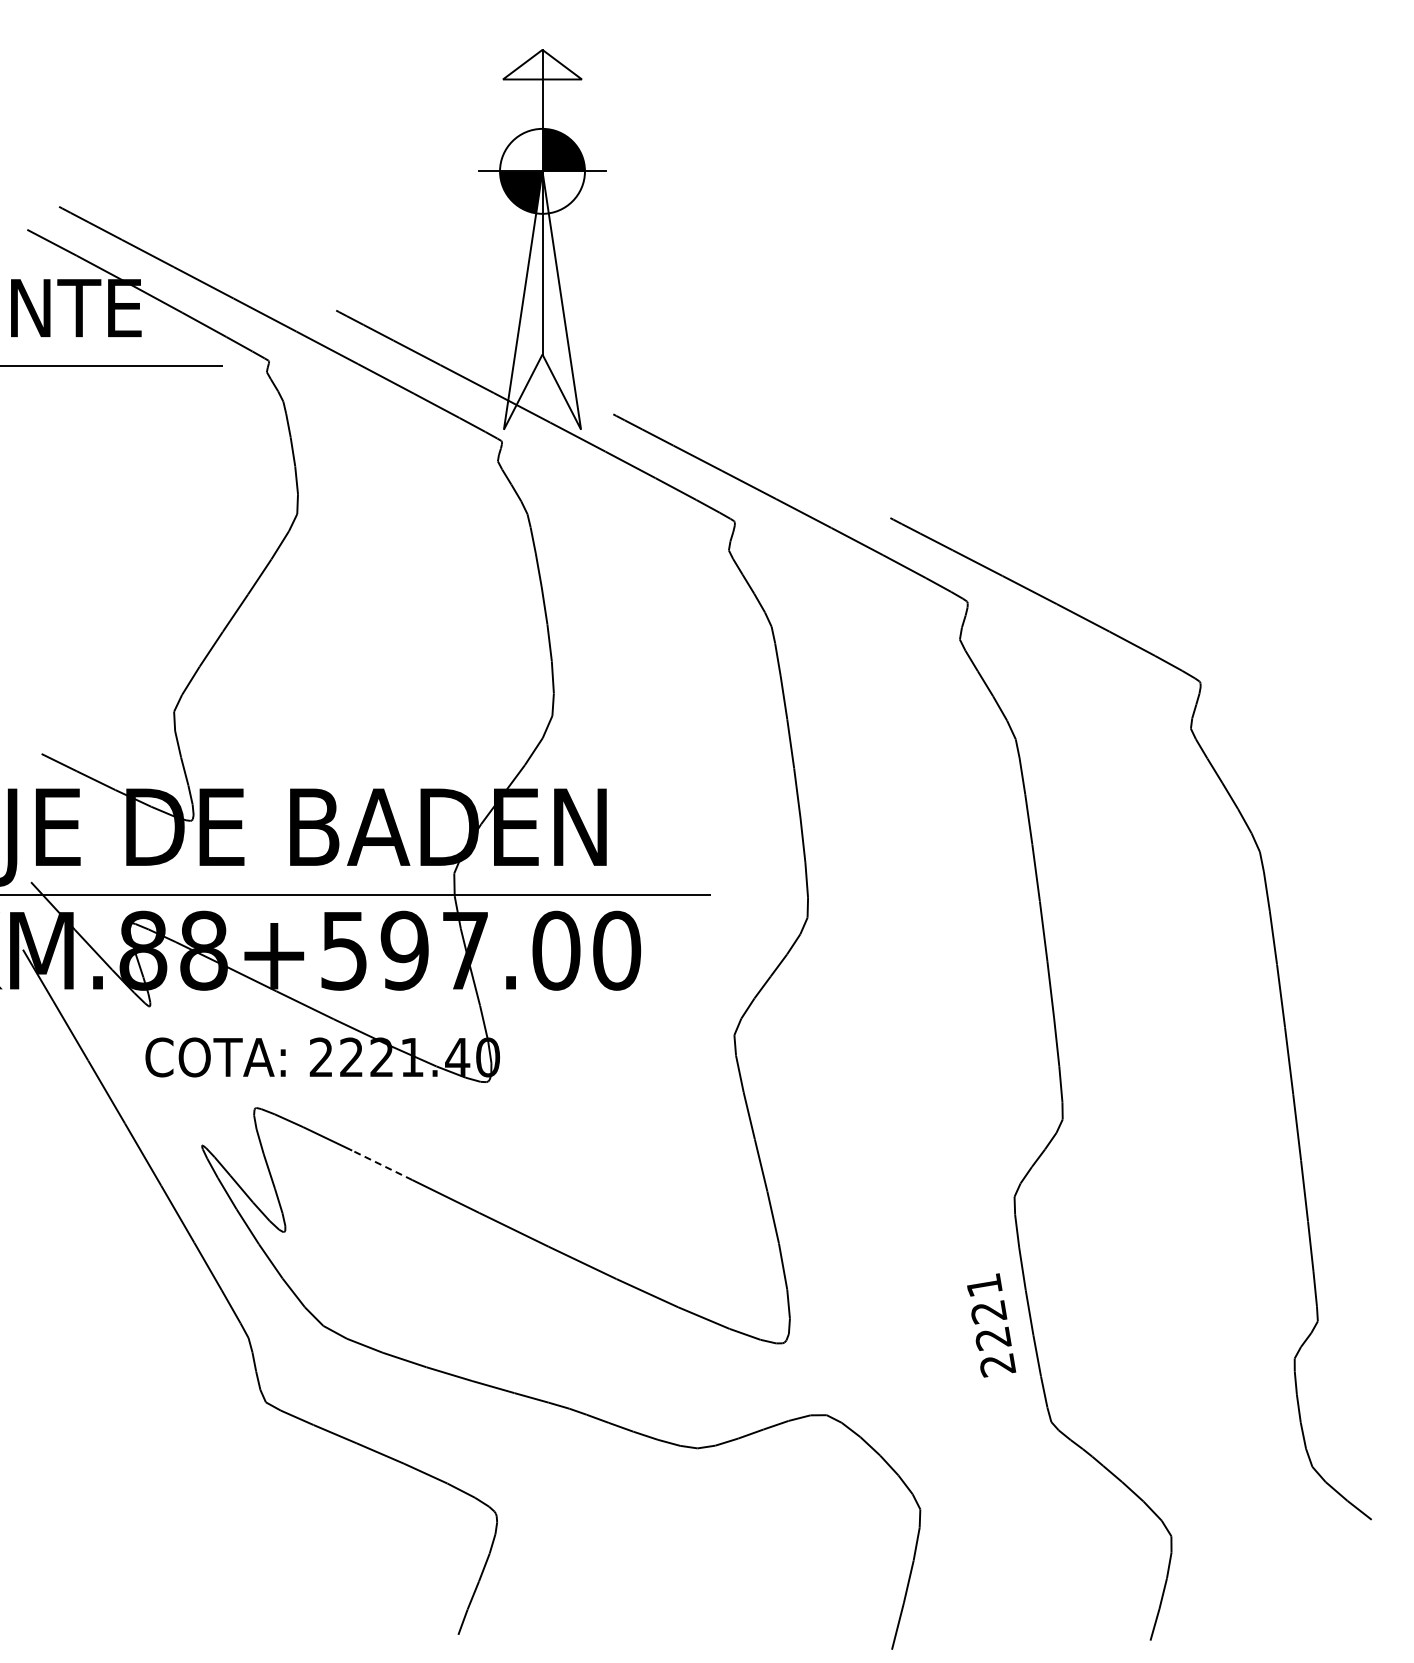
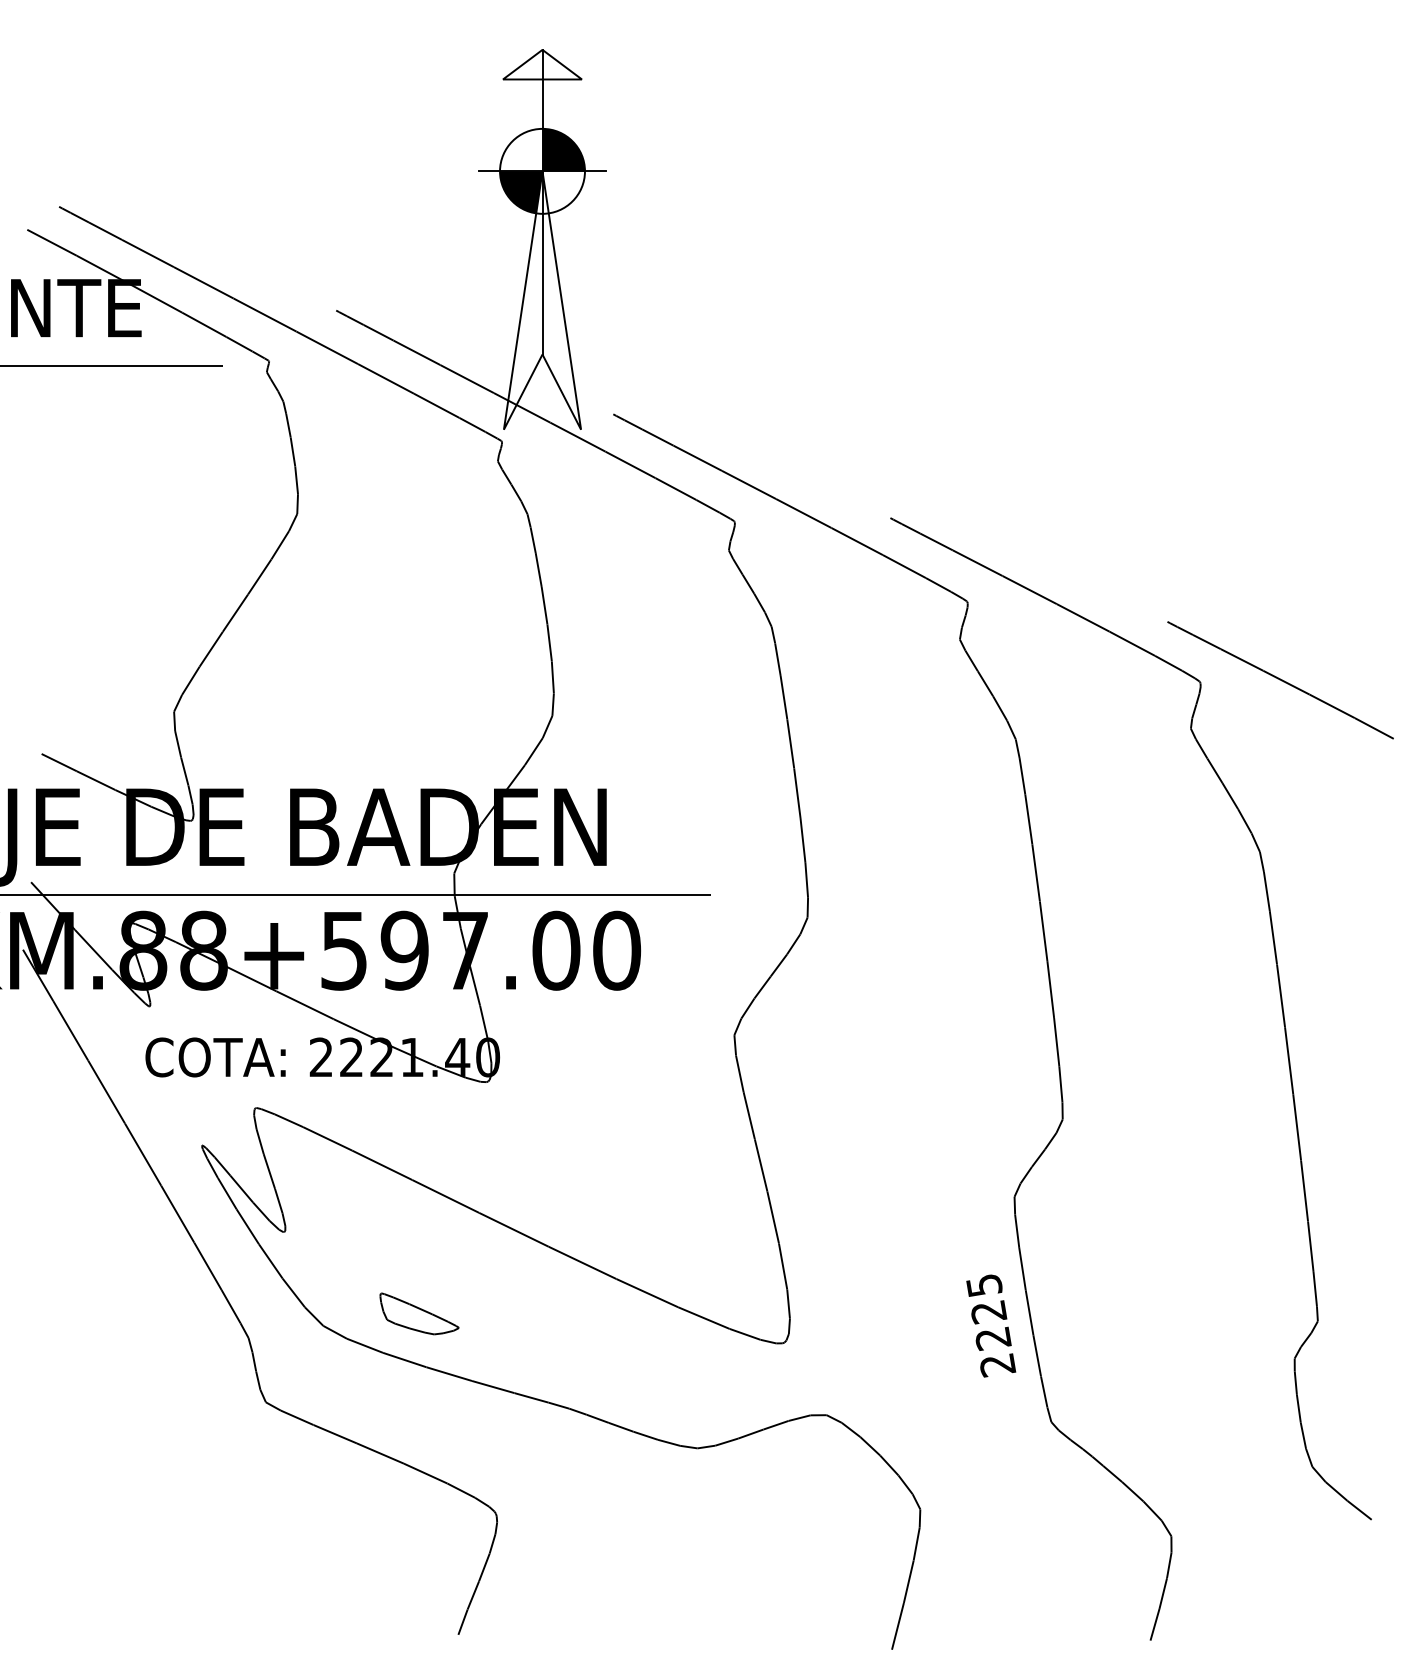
line at (1280, 680): none -> present
line at (381, 1165): dashed -> solid
text at (984, 1284): 2221 -> 2225
part at (419, 1313): none -> present
